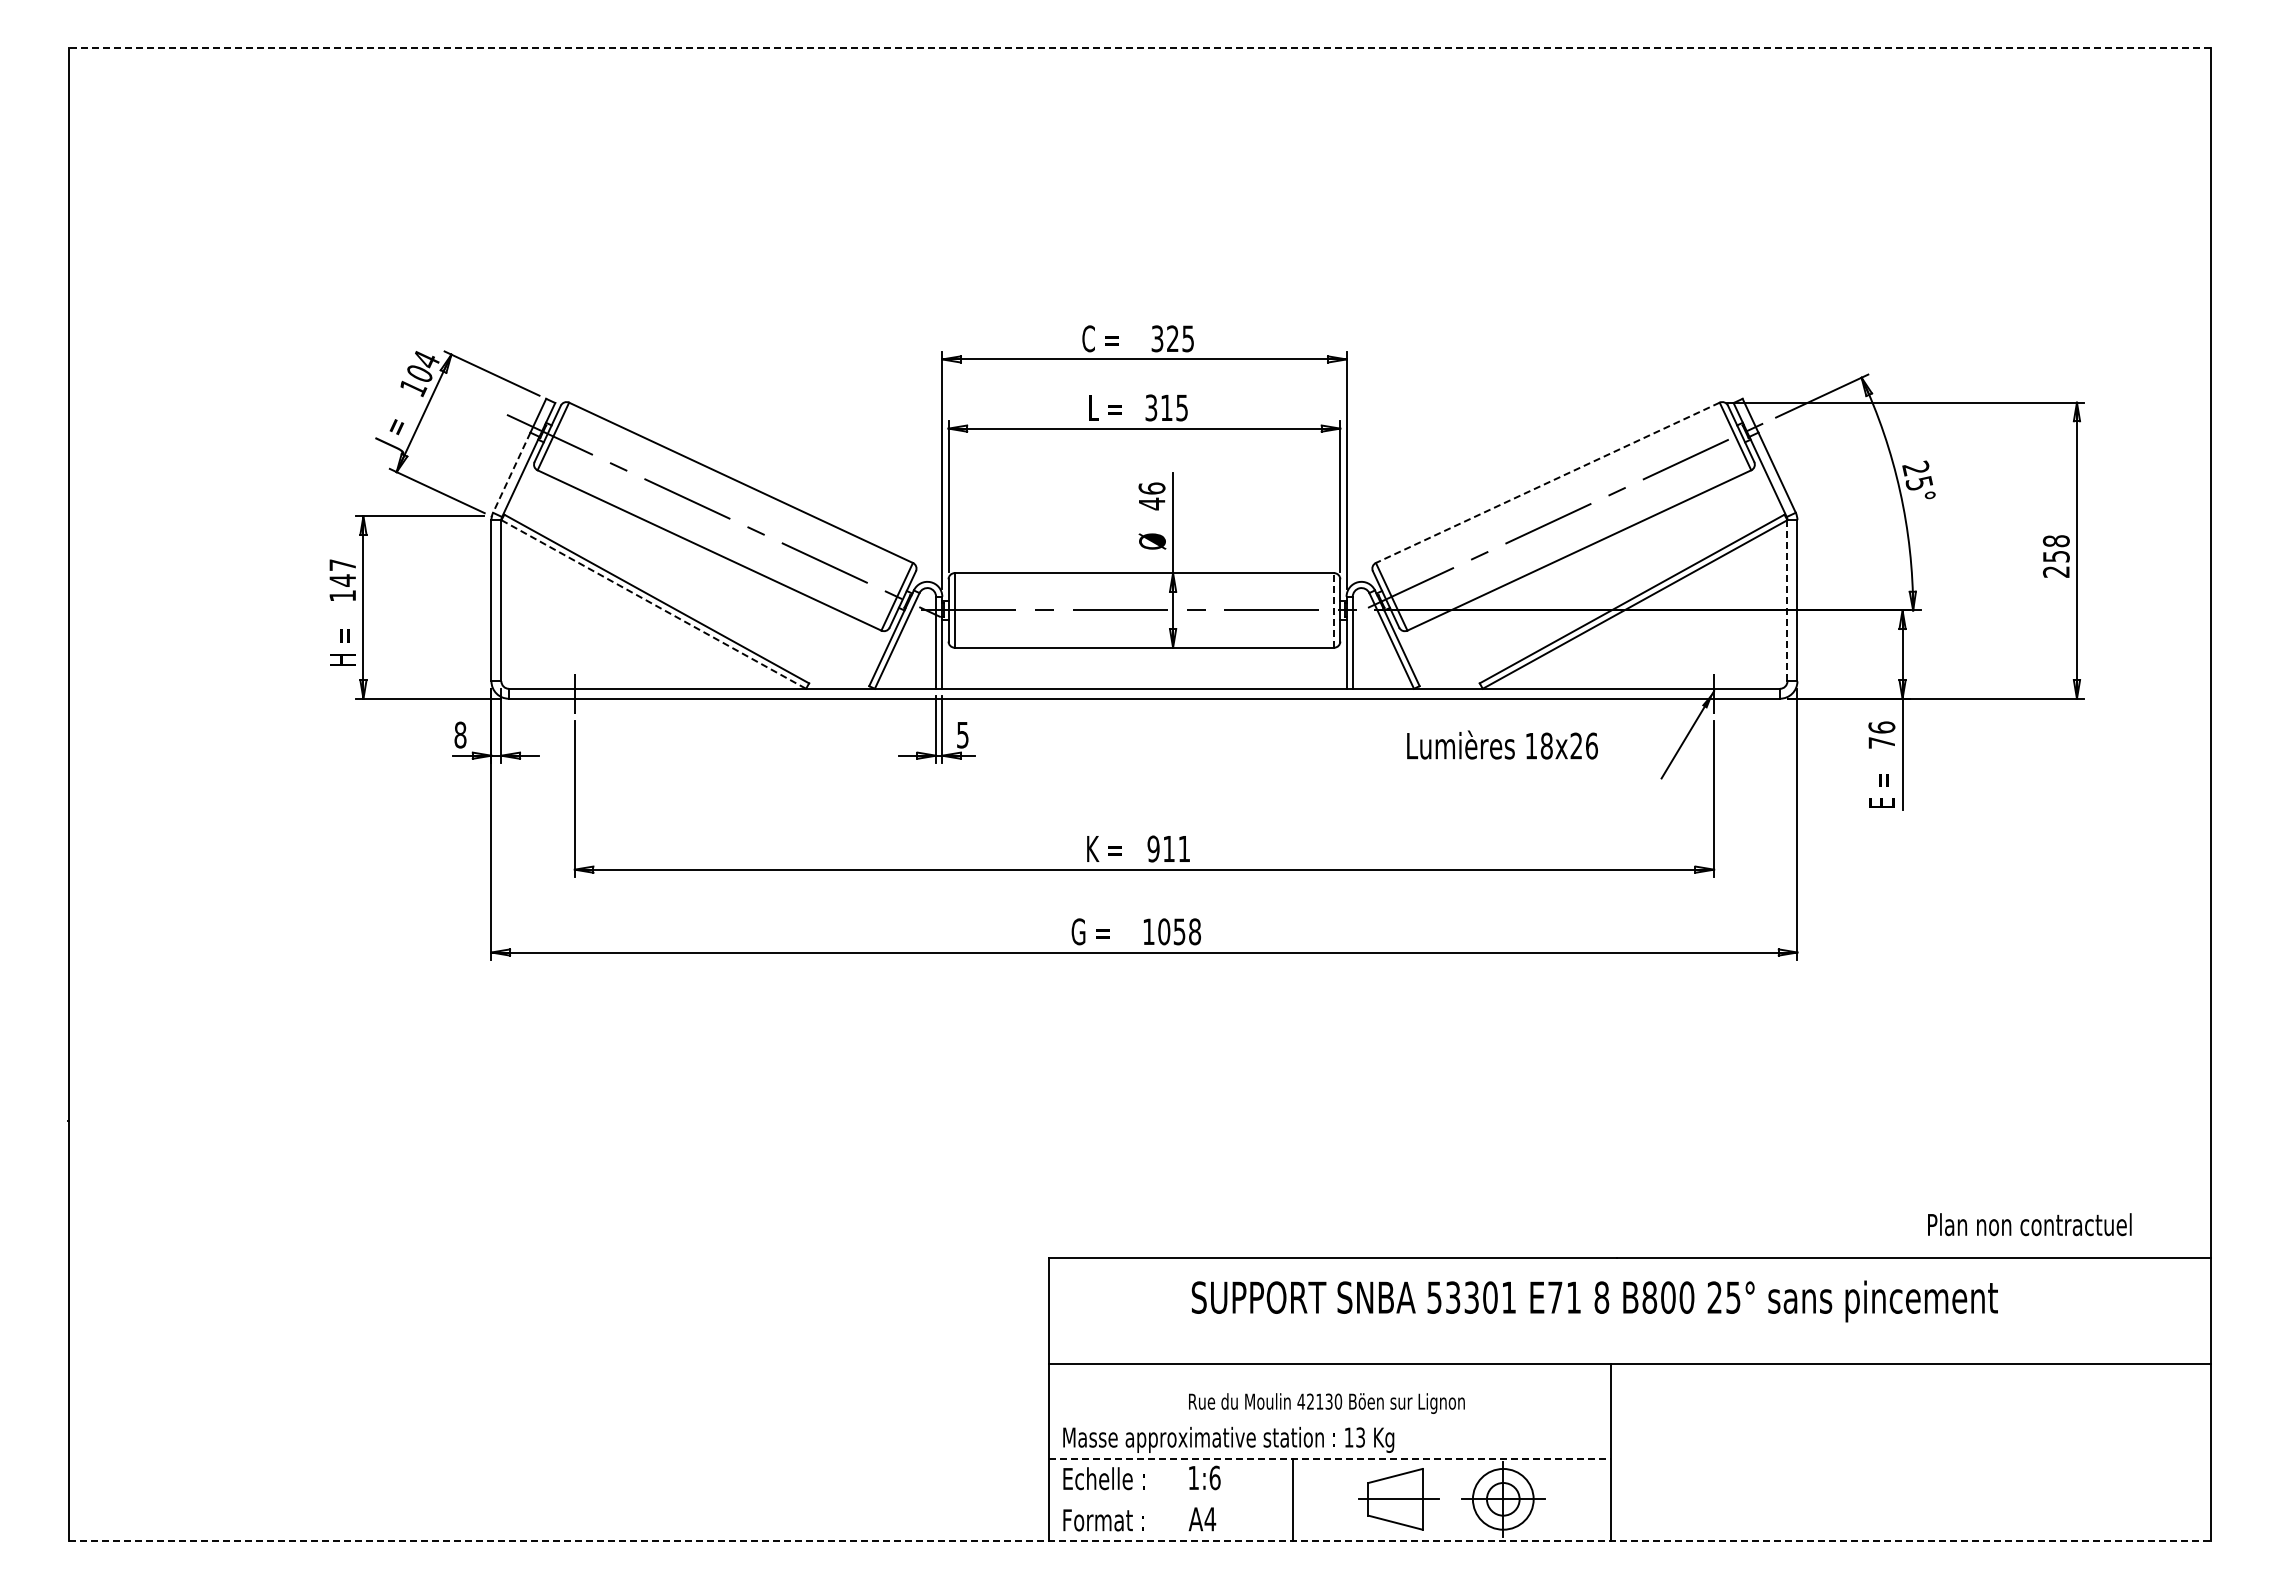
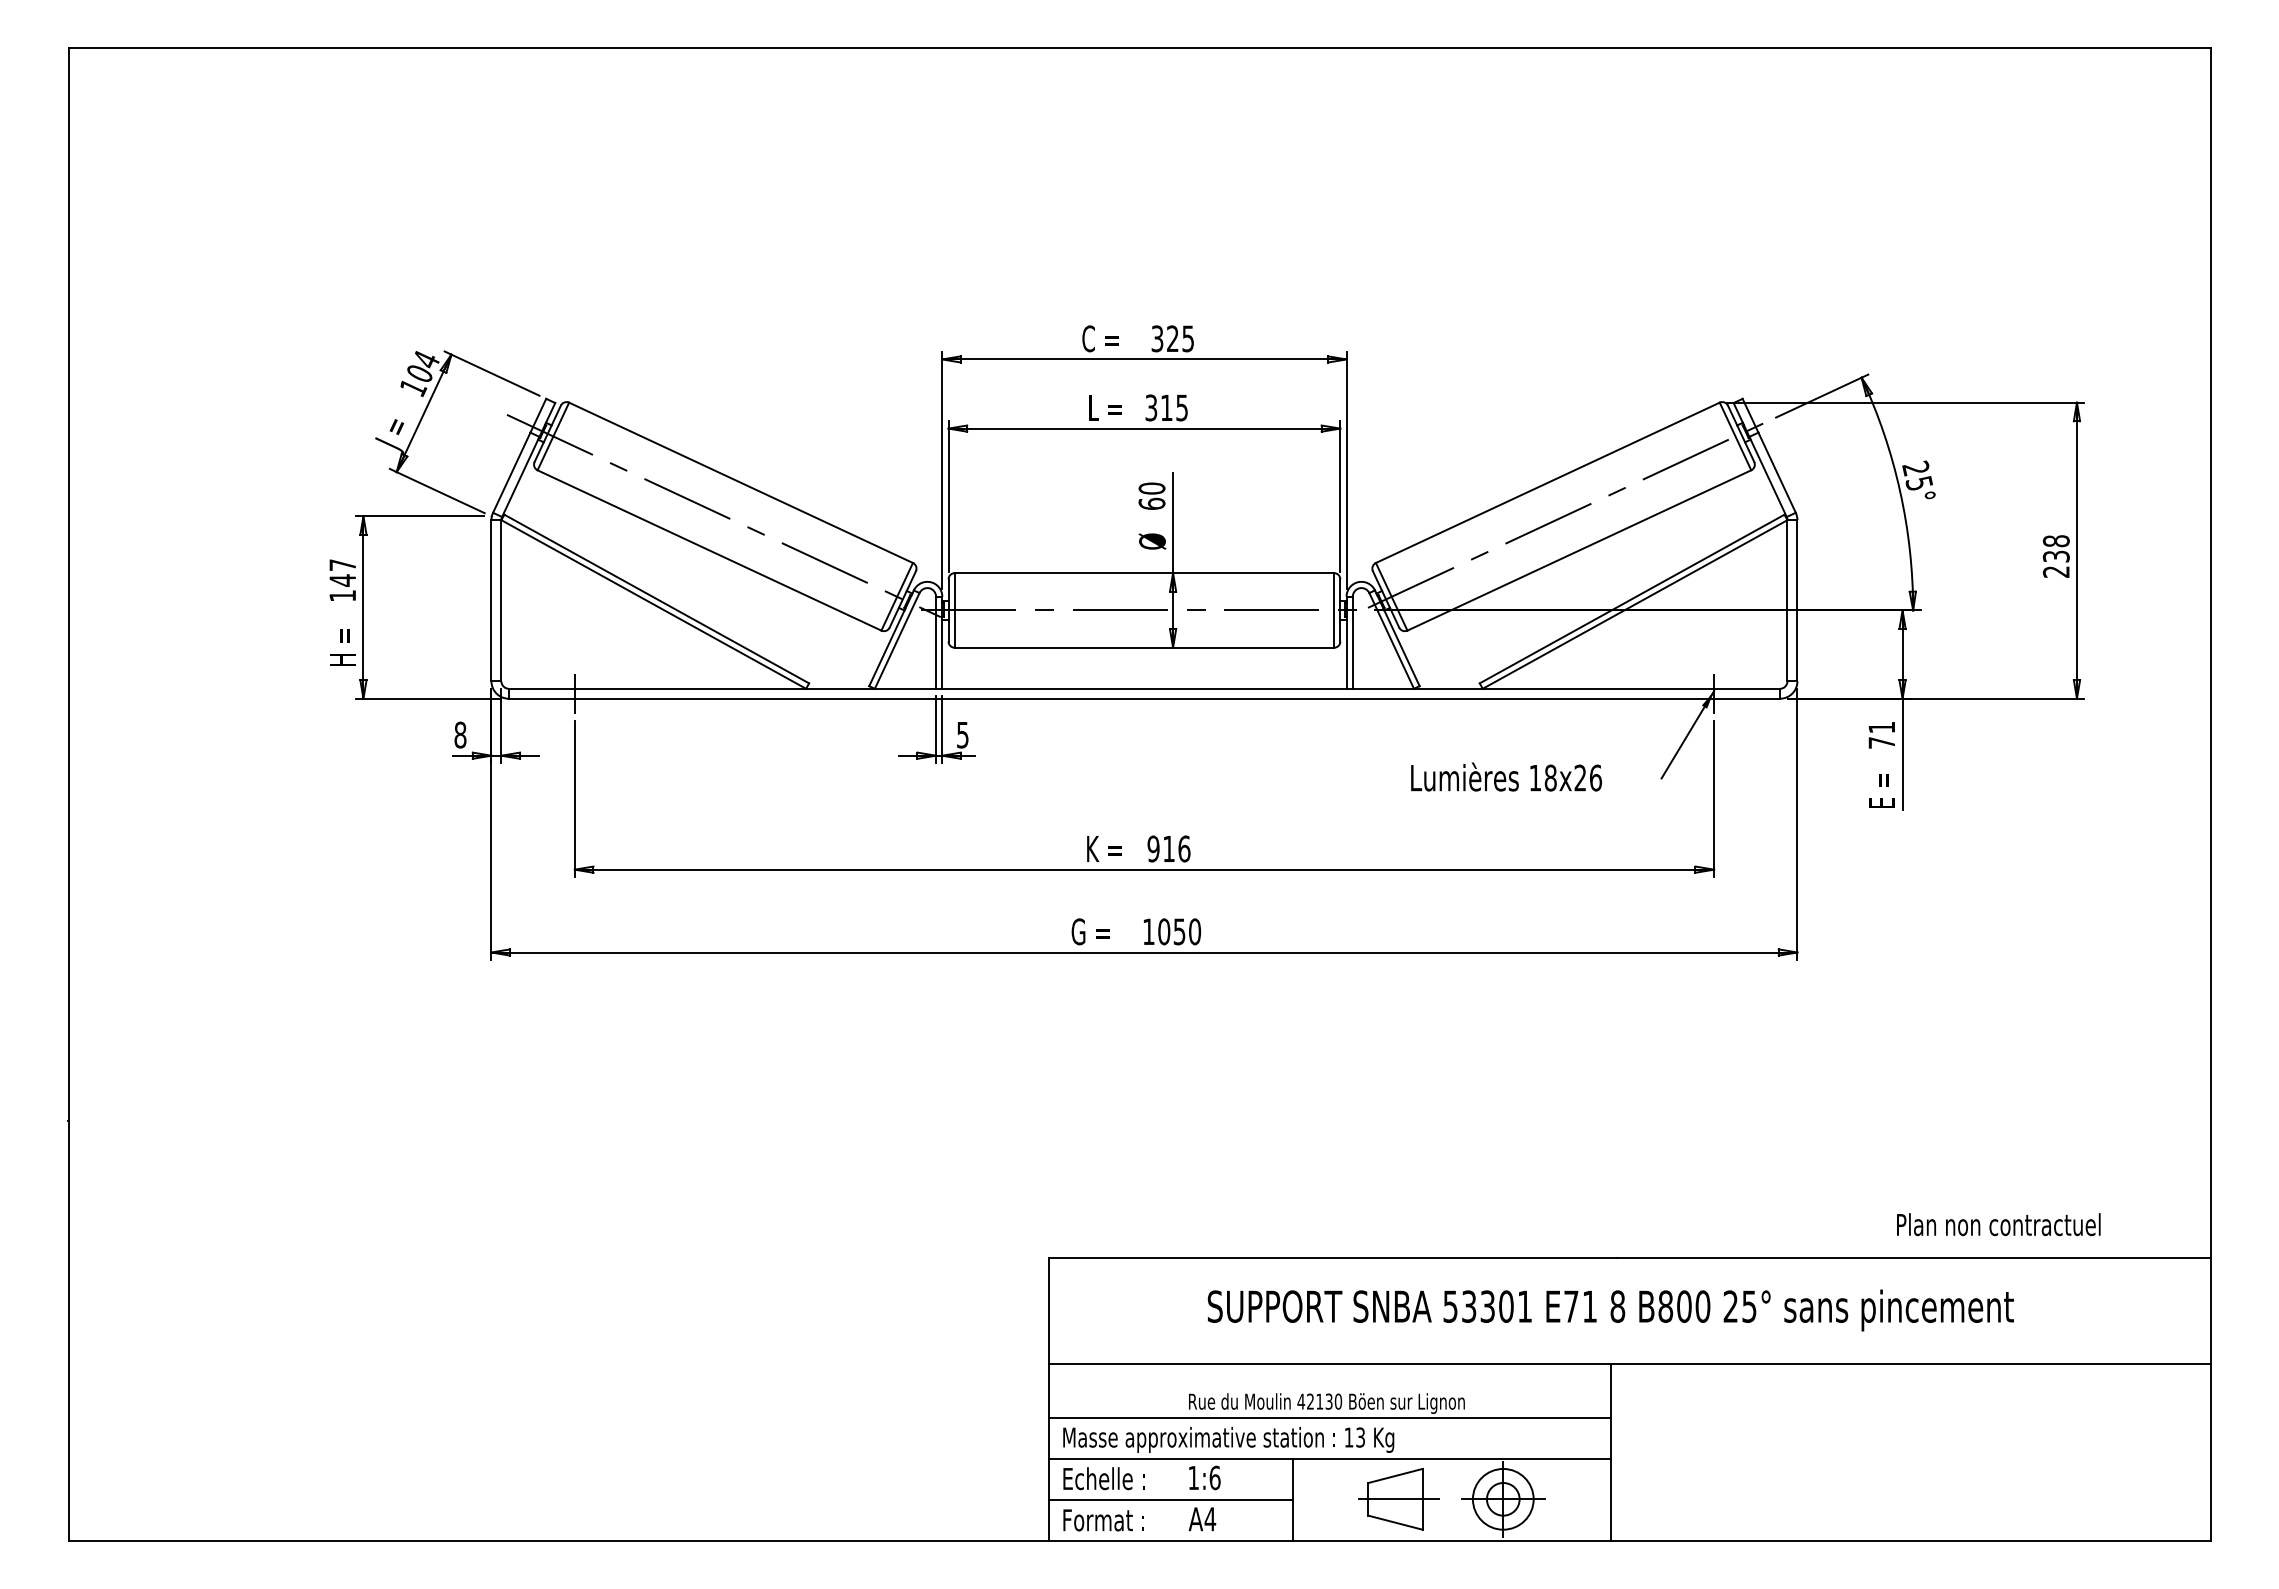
line at (1139, 47): dashed -> solid
line at (511, 473): dashed -> solid
line at (1547, 482): dashed -> solid
text at (1151, 496): 46 -> 60
text at (2055, 555): 258 -> 238
line at (1787, 600): dashed -> solid
line at (654, 604): dashed -> solid
line at (1334, 609): dashed -> solid
text at (1881, 727): 76 -> 71
text at (1502, 744) position: (1502, 744) -> (1506, 776)
text at (1184, 848): 911 -> 916
text at (1195, 931): 1058 -> 1050
text at (2029, 1224) position: (2029, 1224) -> (1998, 1224)
text at (1594, 1301) position: (1594, 1301) -> (1610, 1310)
line at (1330, 1418): none -> present
line at (1330, 1459): dashed -> solid
line at (1170, 1500): none -> present
line at (1139, 1541): dashed -> solid
